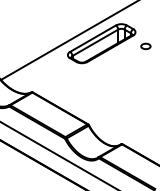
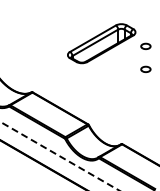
line at (68, 40): present -> none
part at (145, 68): none -> present
line at (59, 156): solid -> dashed
